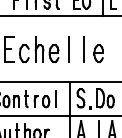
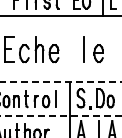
line at (68, 49): present -> none
line at (61, 82): solid -> dashed
line at (60, 115): solid -> dashed
